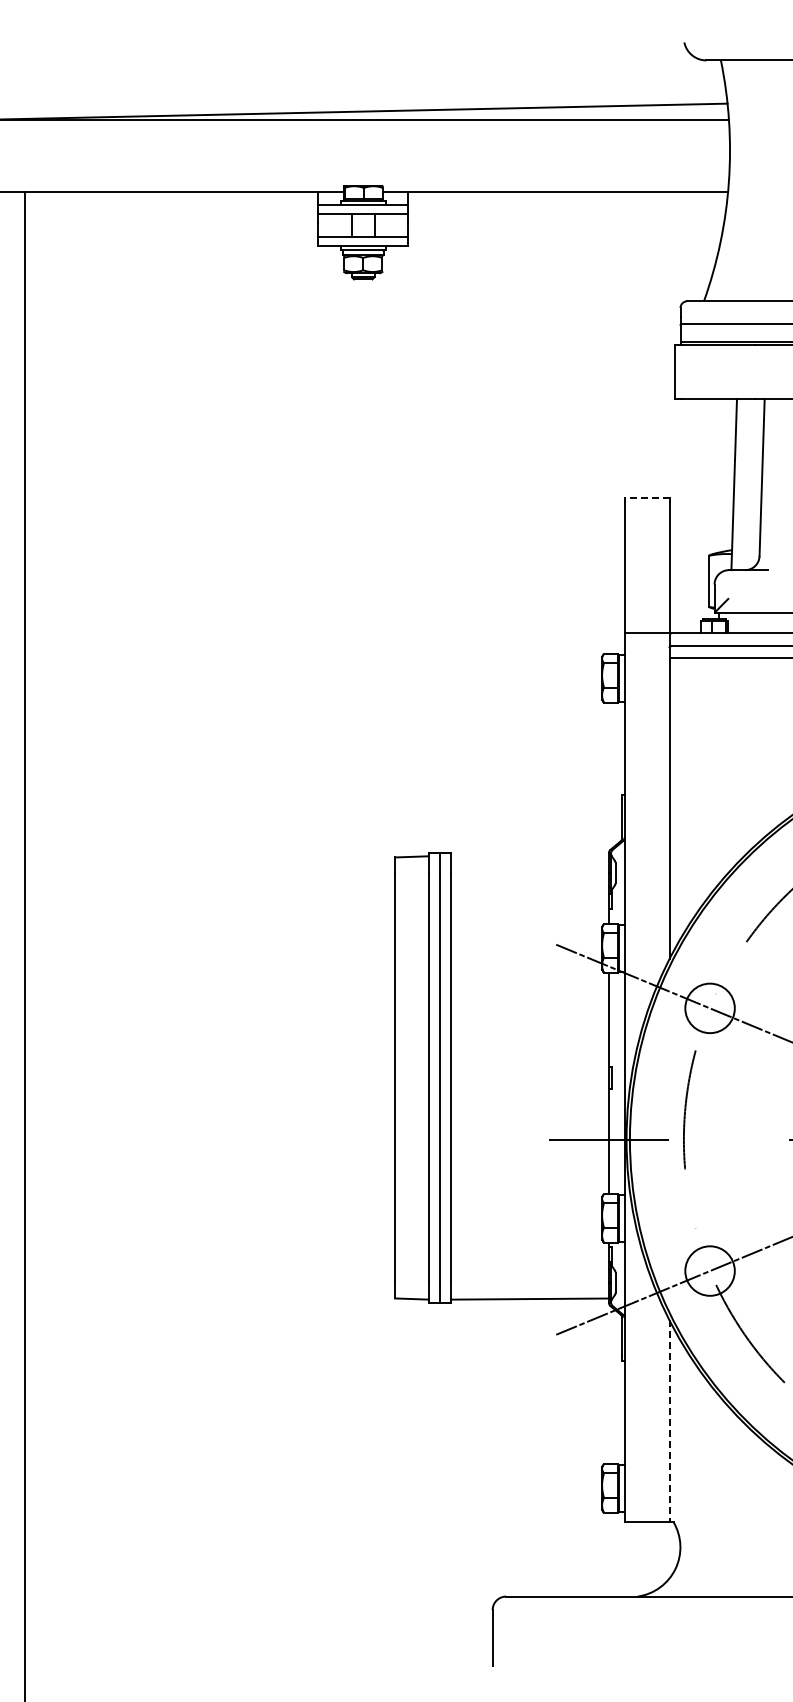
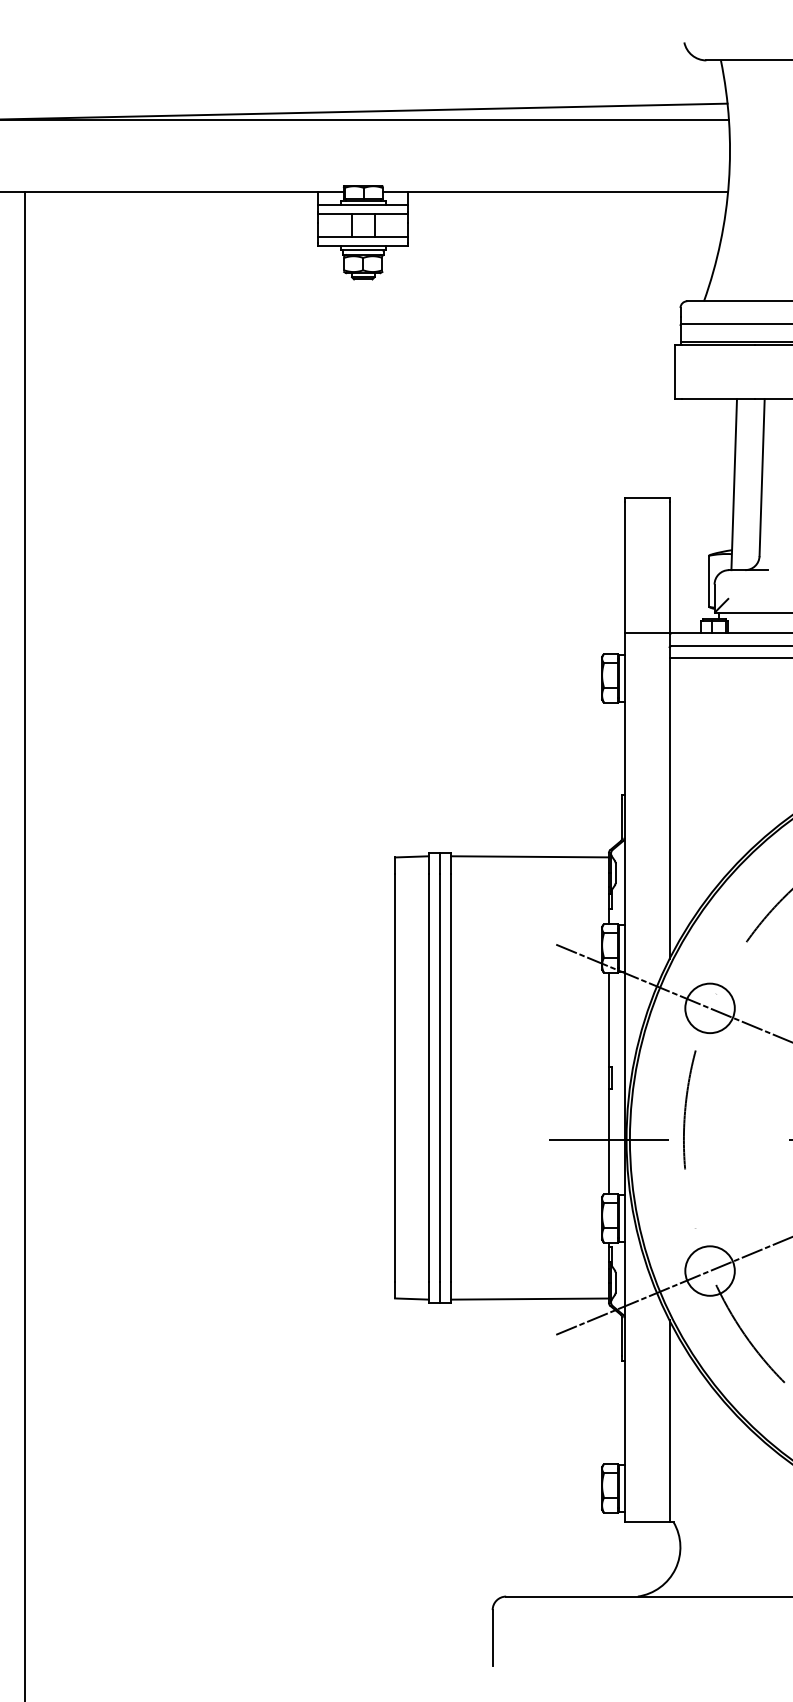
line at (647, 498): dashed -> solid
line at (529, 856): none -> present
line at (669, 1421): dashed -> solid
